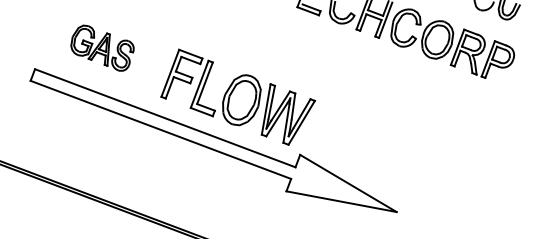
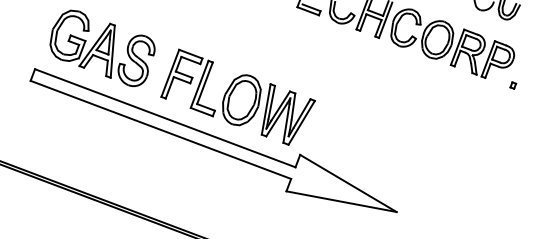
part at (102, 47) size: 65x48 px -> 107x78 px
part at (513, 85): none -> present
